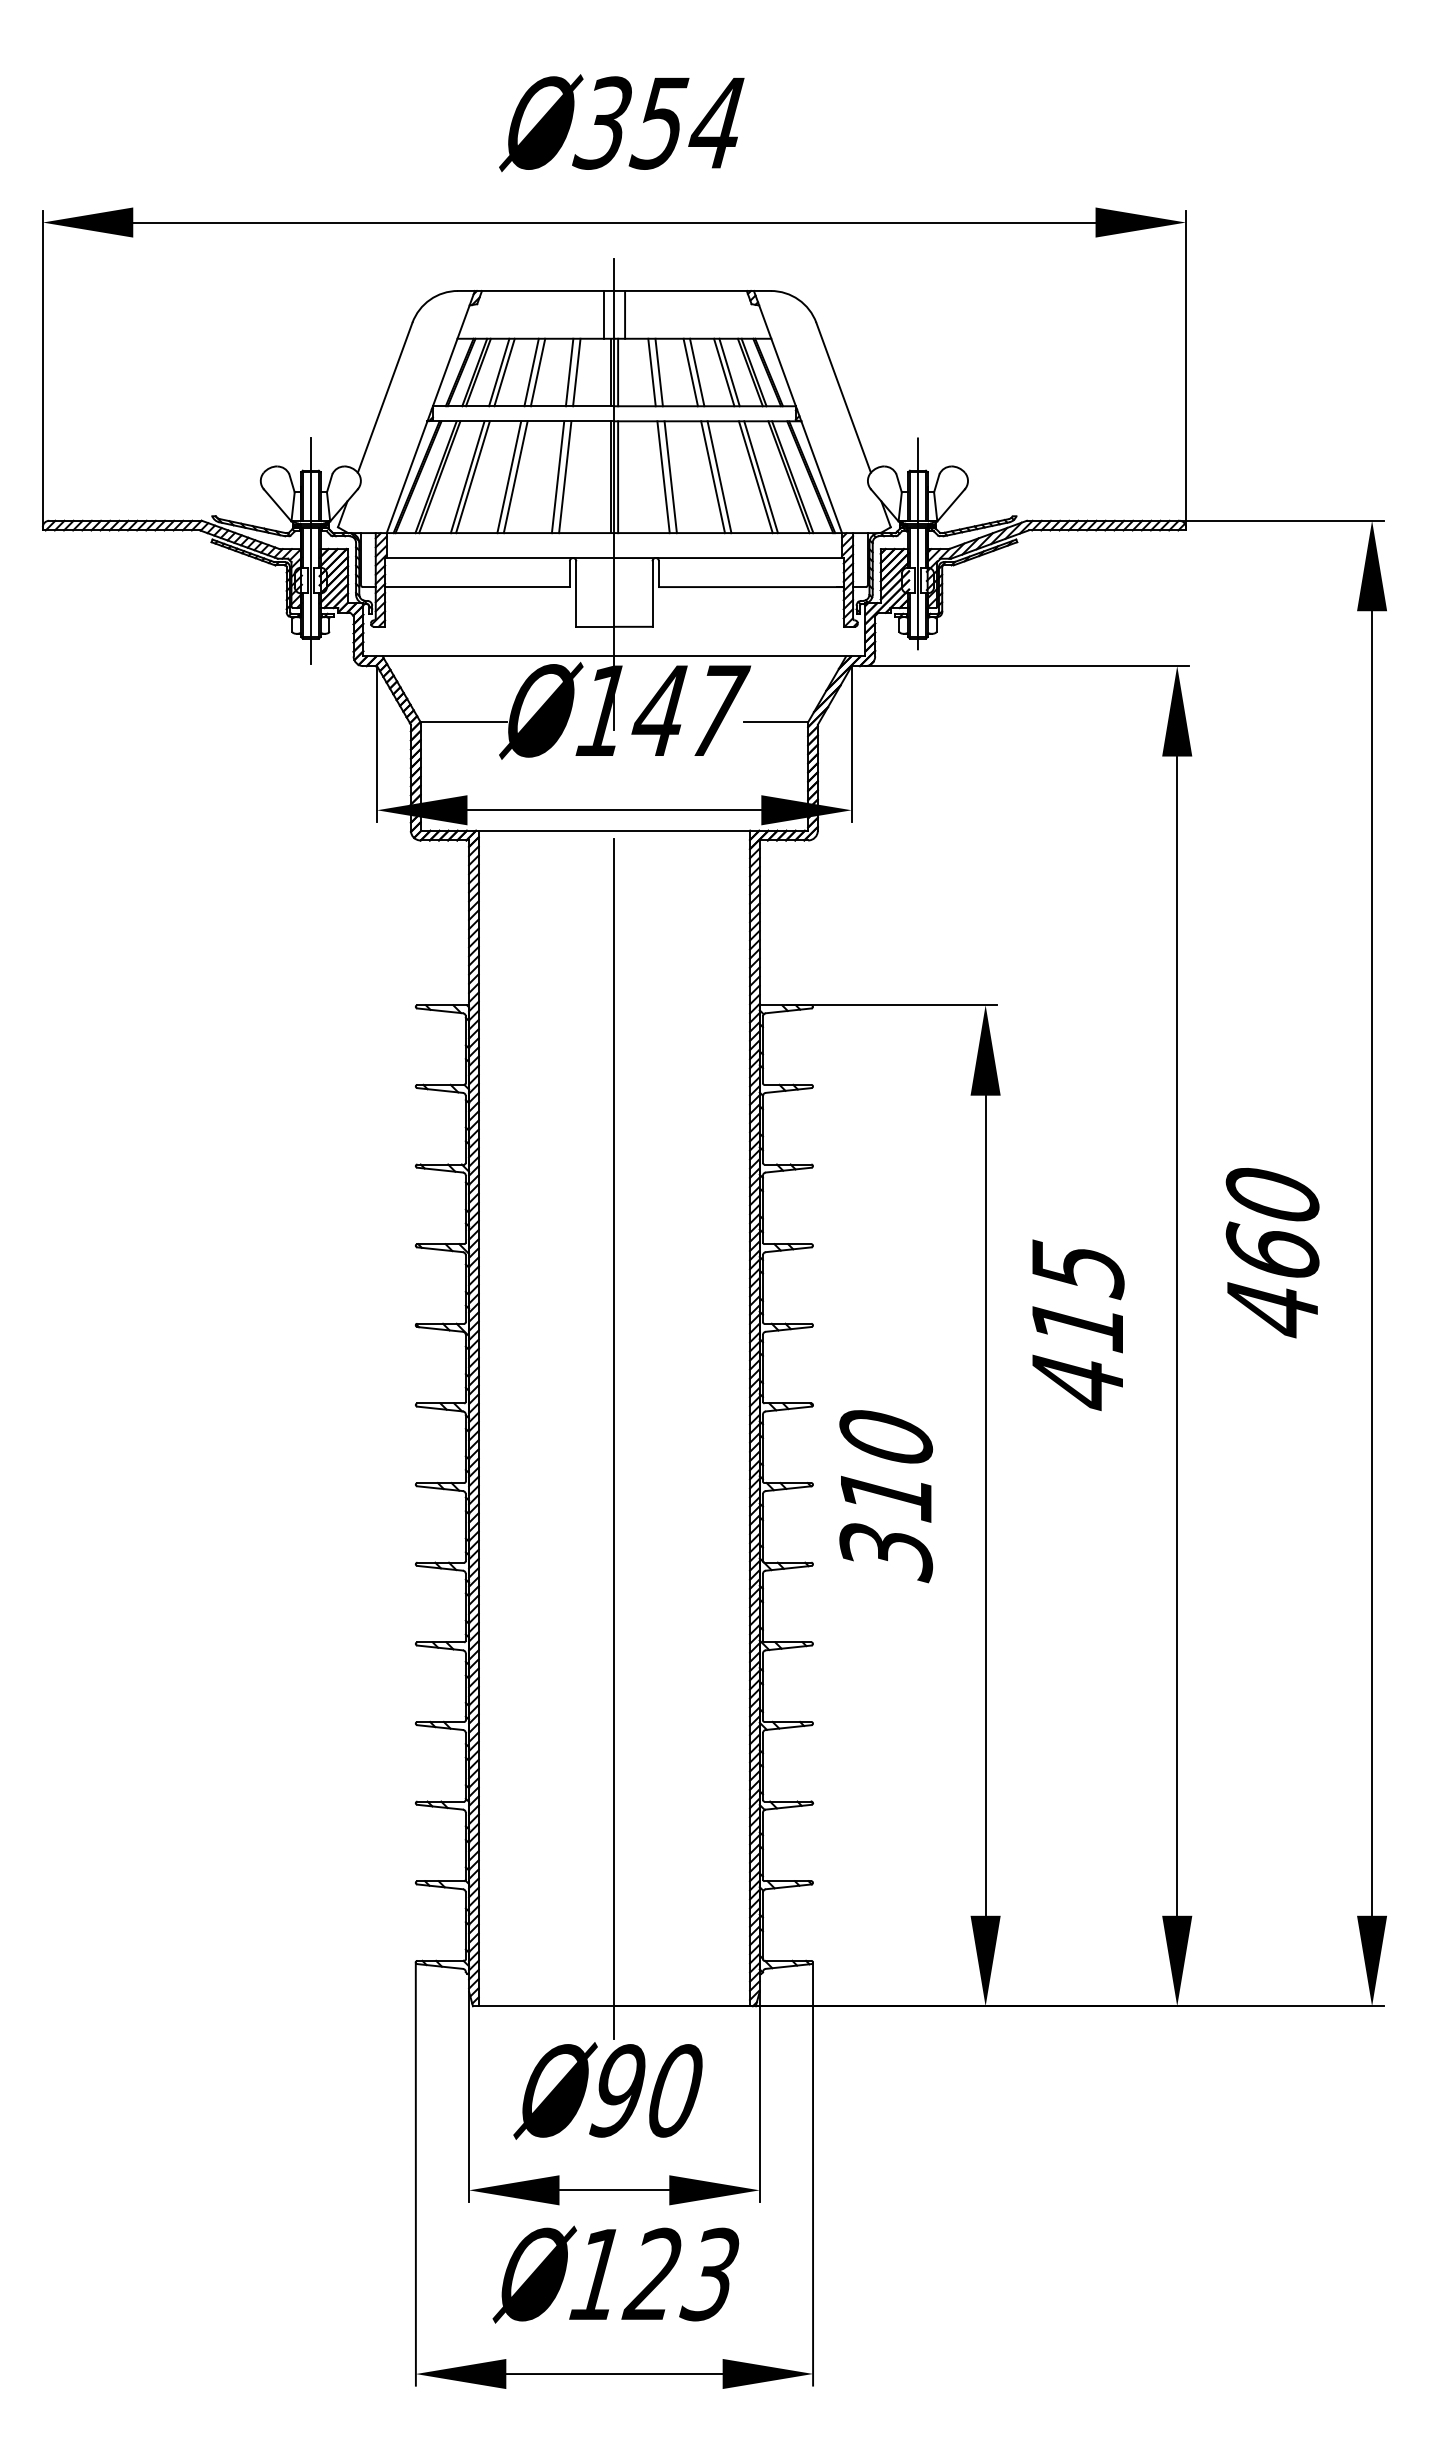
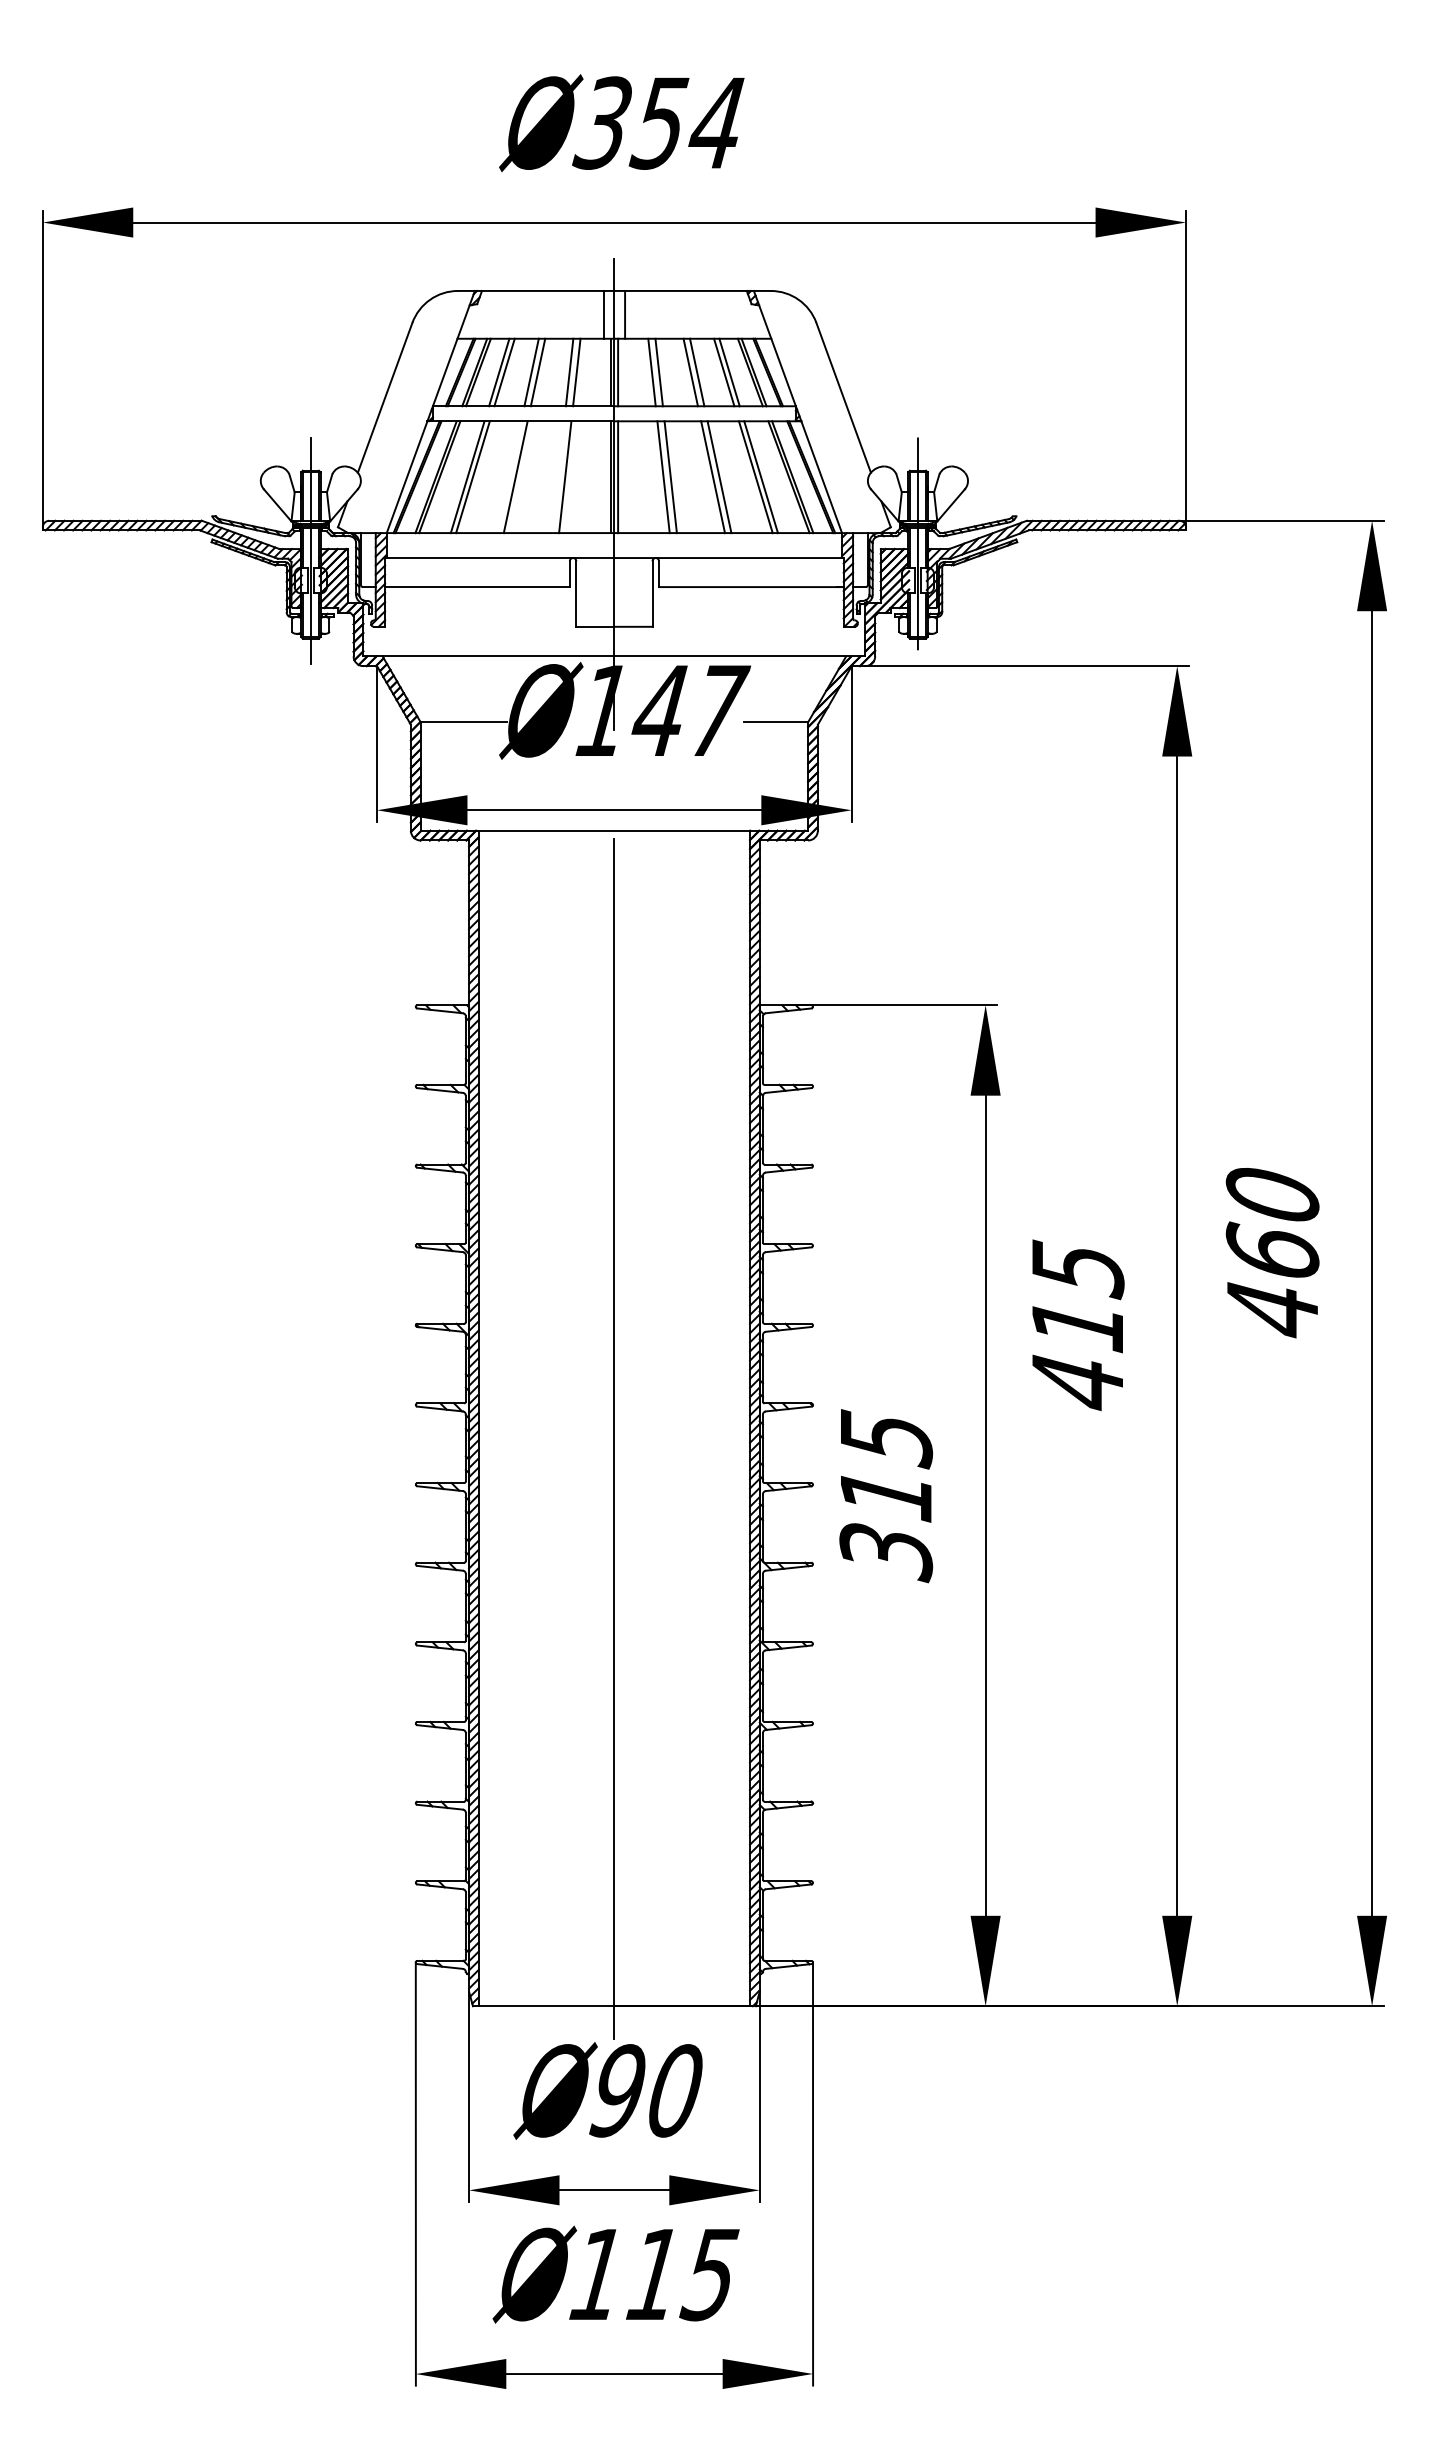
line at (509, 477): present -> none
line at (557, 477): present -> none
text at (886, 1439): 310 -> 315
text at (680, 2274): 123 -> 115
